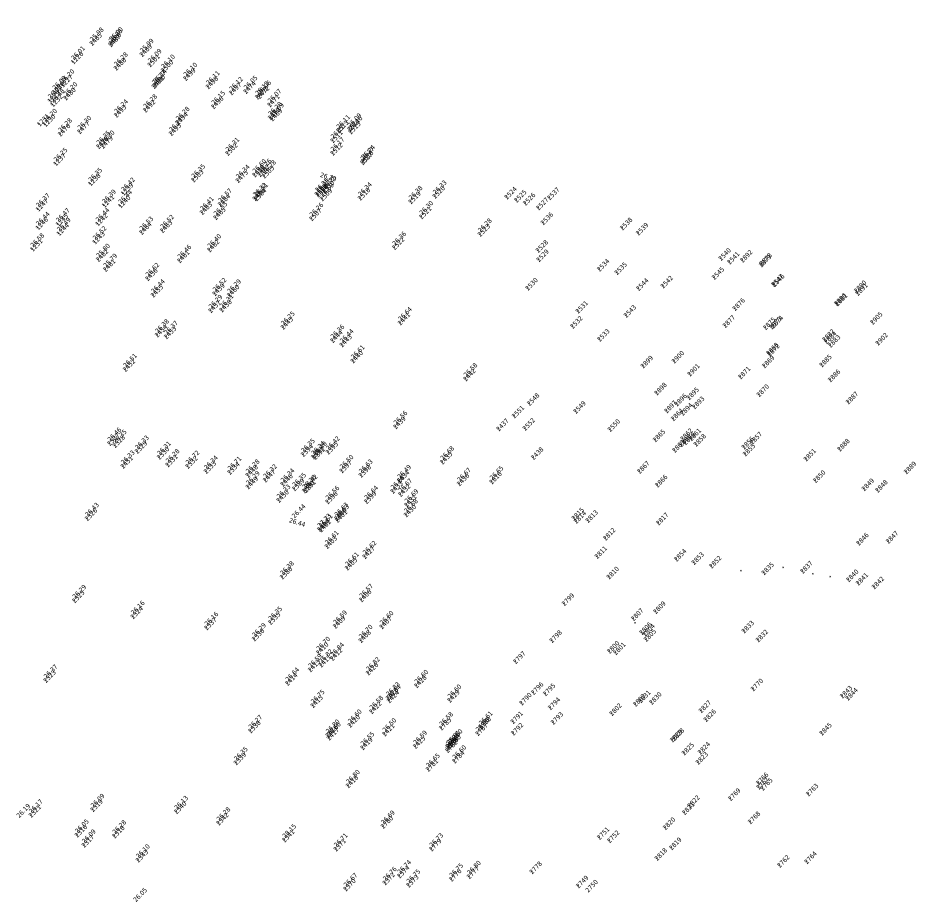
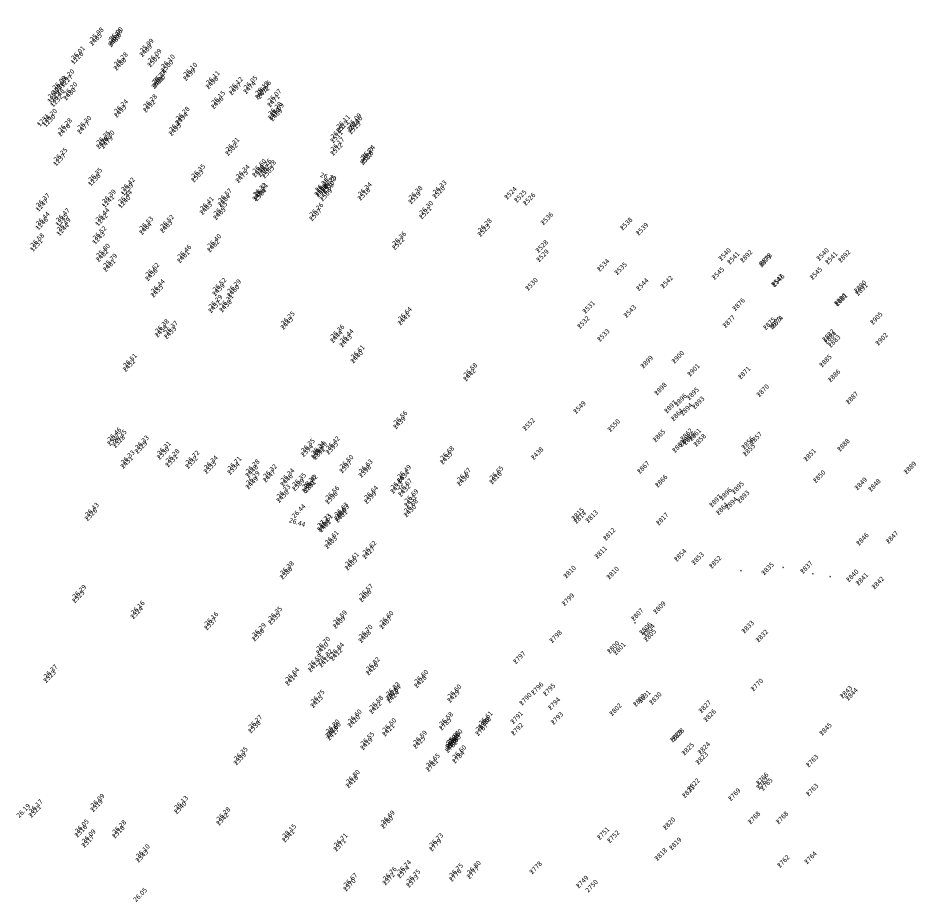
part at (547, 198): present -> none
part at (829, 263): none -> present
part at (578, 314) position: (578, 314) -> (585, 314)
part at (770, 355): present -> none
part at (517, 412): present -> none
part at (874, 485) position: (874, 485) -> (867, 484)
part at (728, 497): none -> present
part at (569, 571): none -> present
part at (811, 760): none -> present
part at (690, 804) position: (690, 804) -> (690, 787)
part at (781, 817): none -> present
